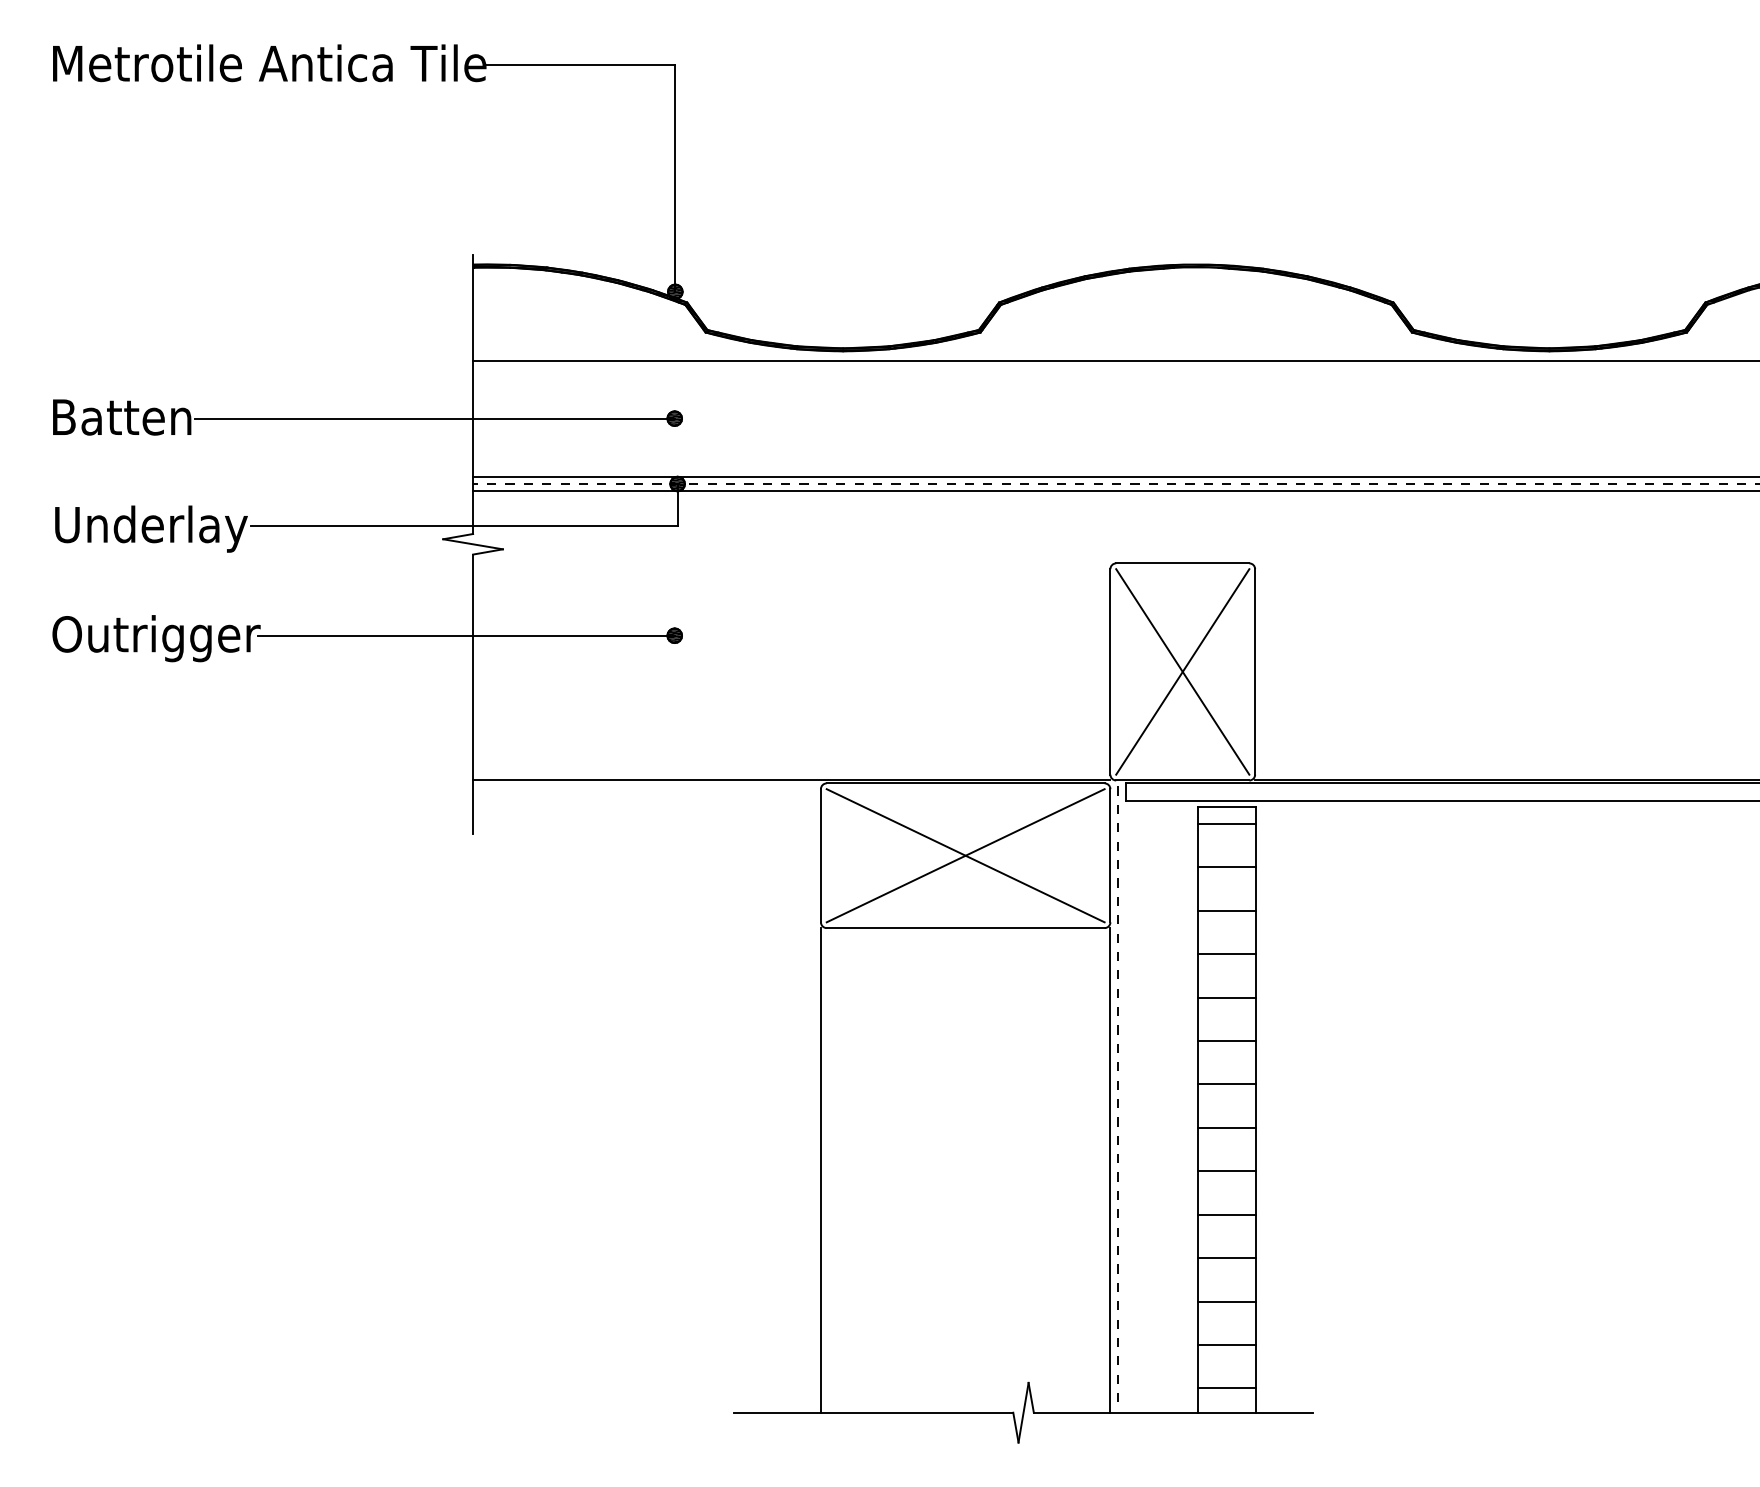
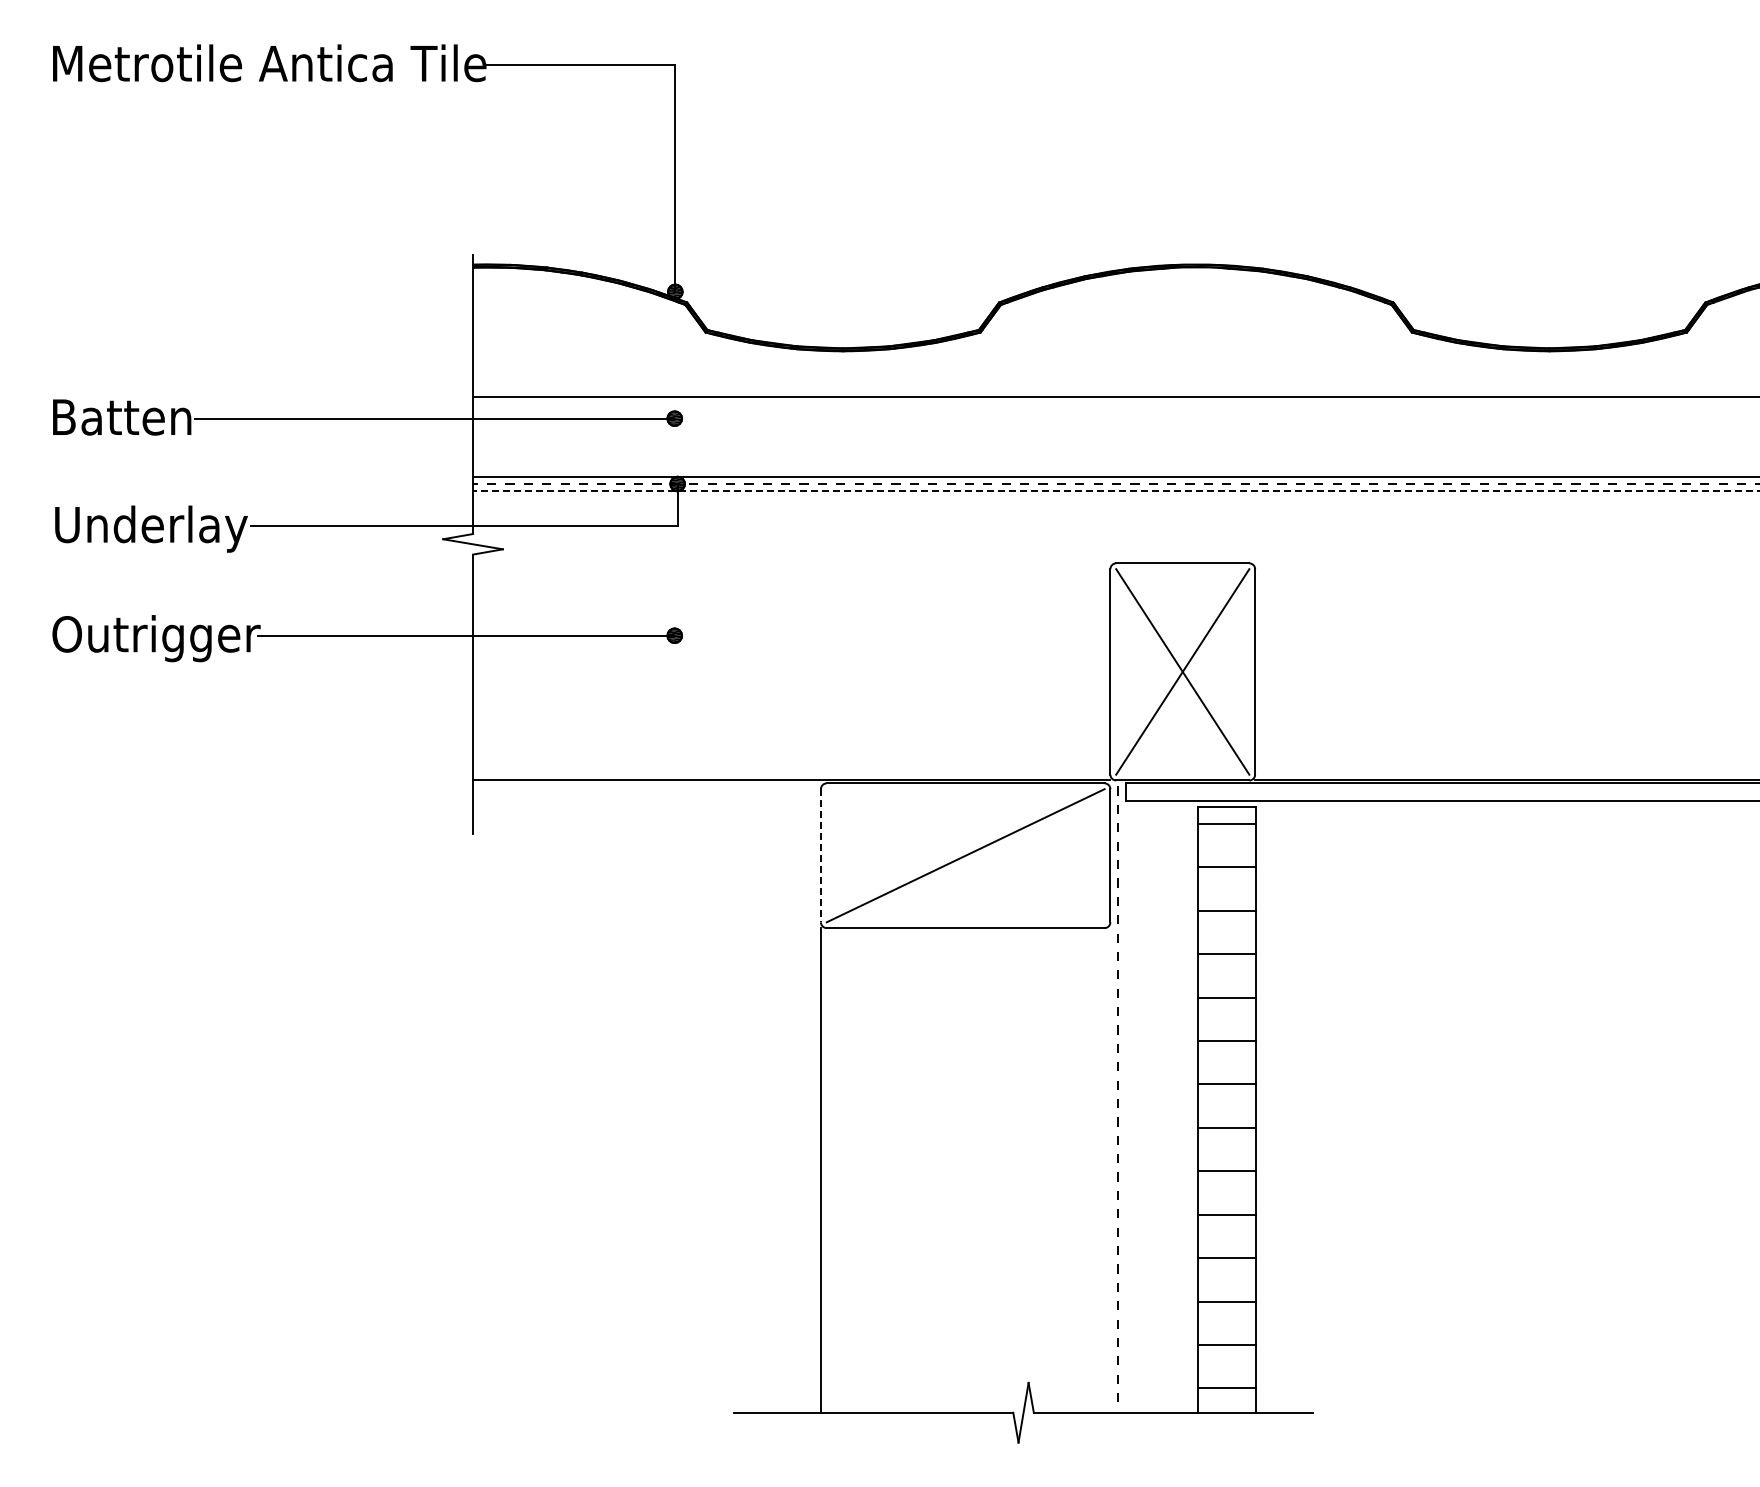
line at (1114, 360) position: (1114, 360) -> (1114, 396)
line at (1116, 491): solid -> dashed
line at (820, 855): solid -> dashed
line at (965, 855): present -> none
line at (1110, 1170): present -> none
